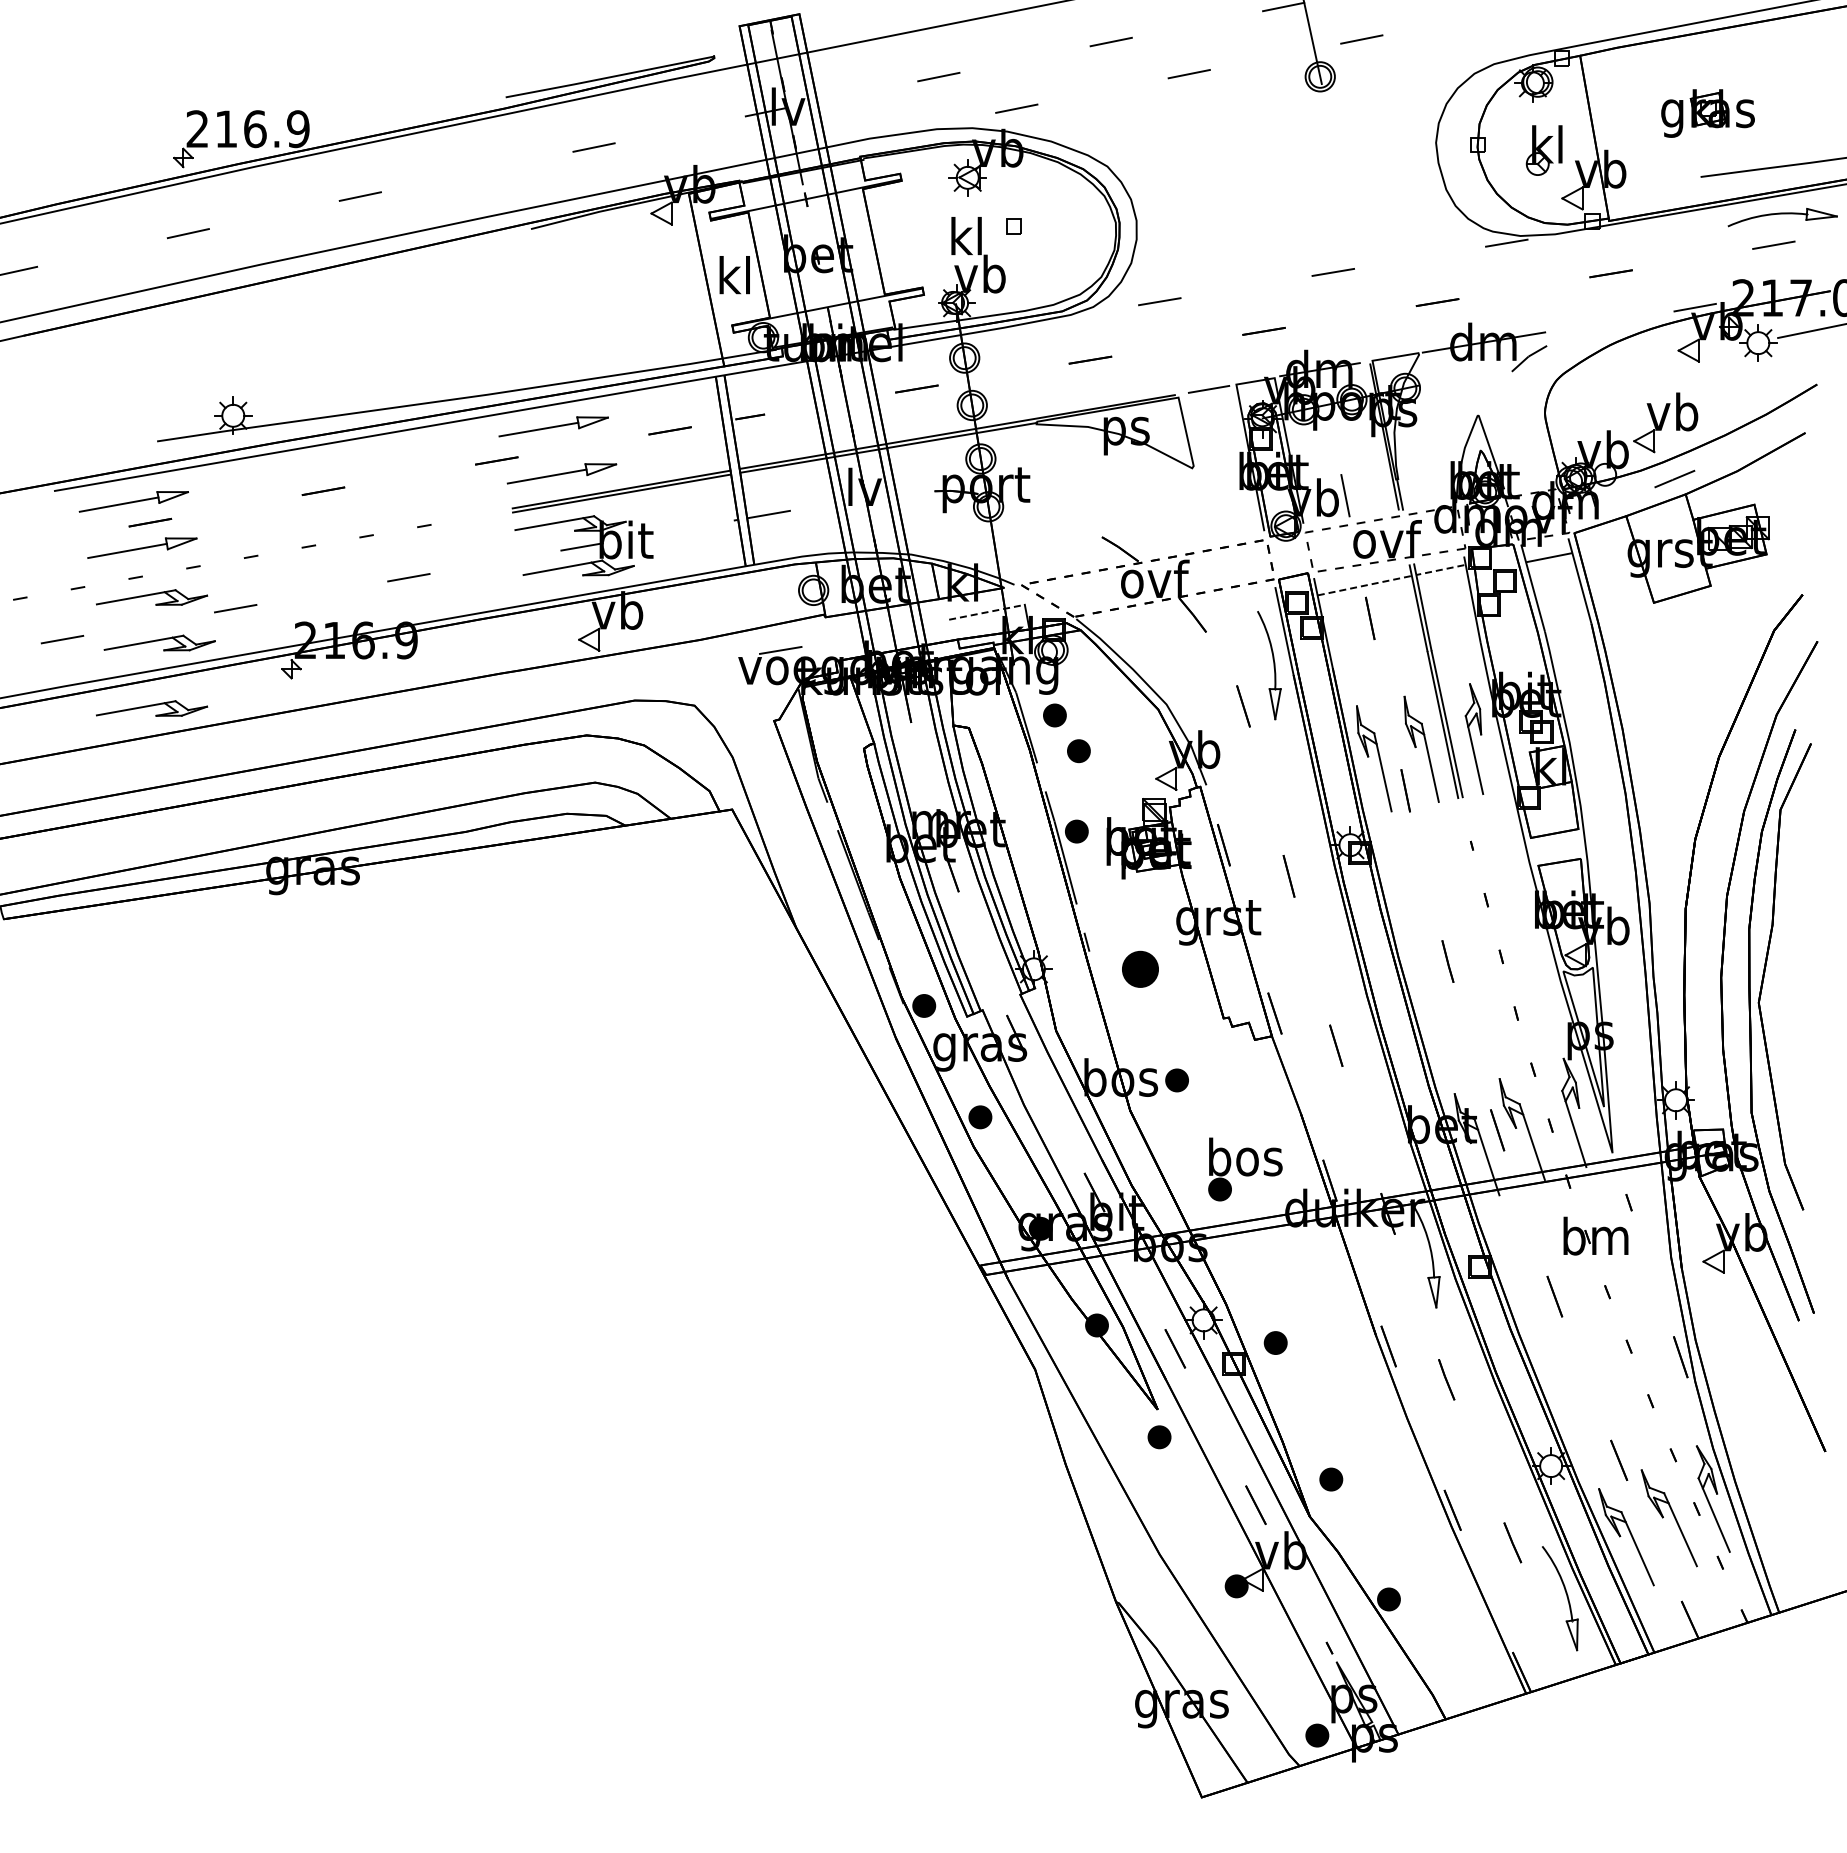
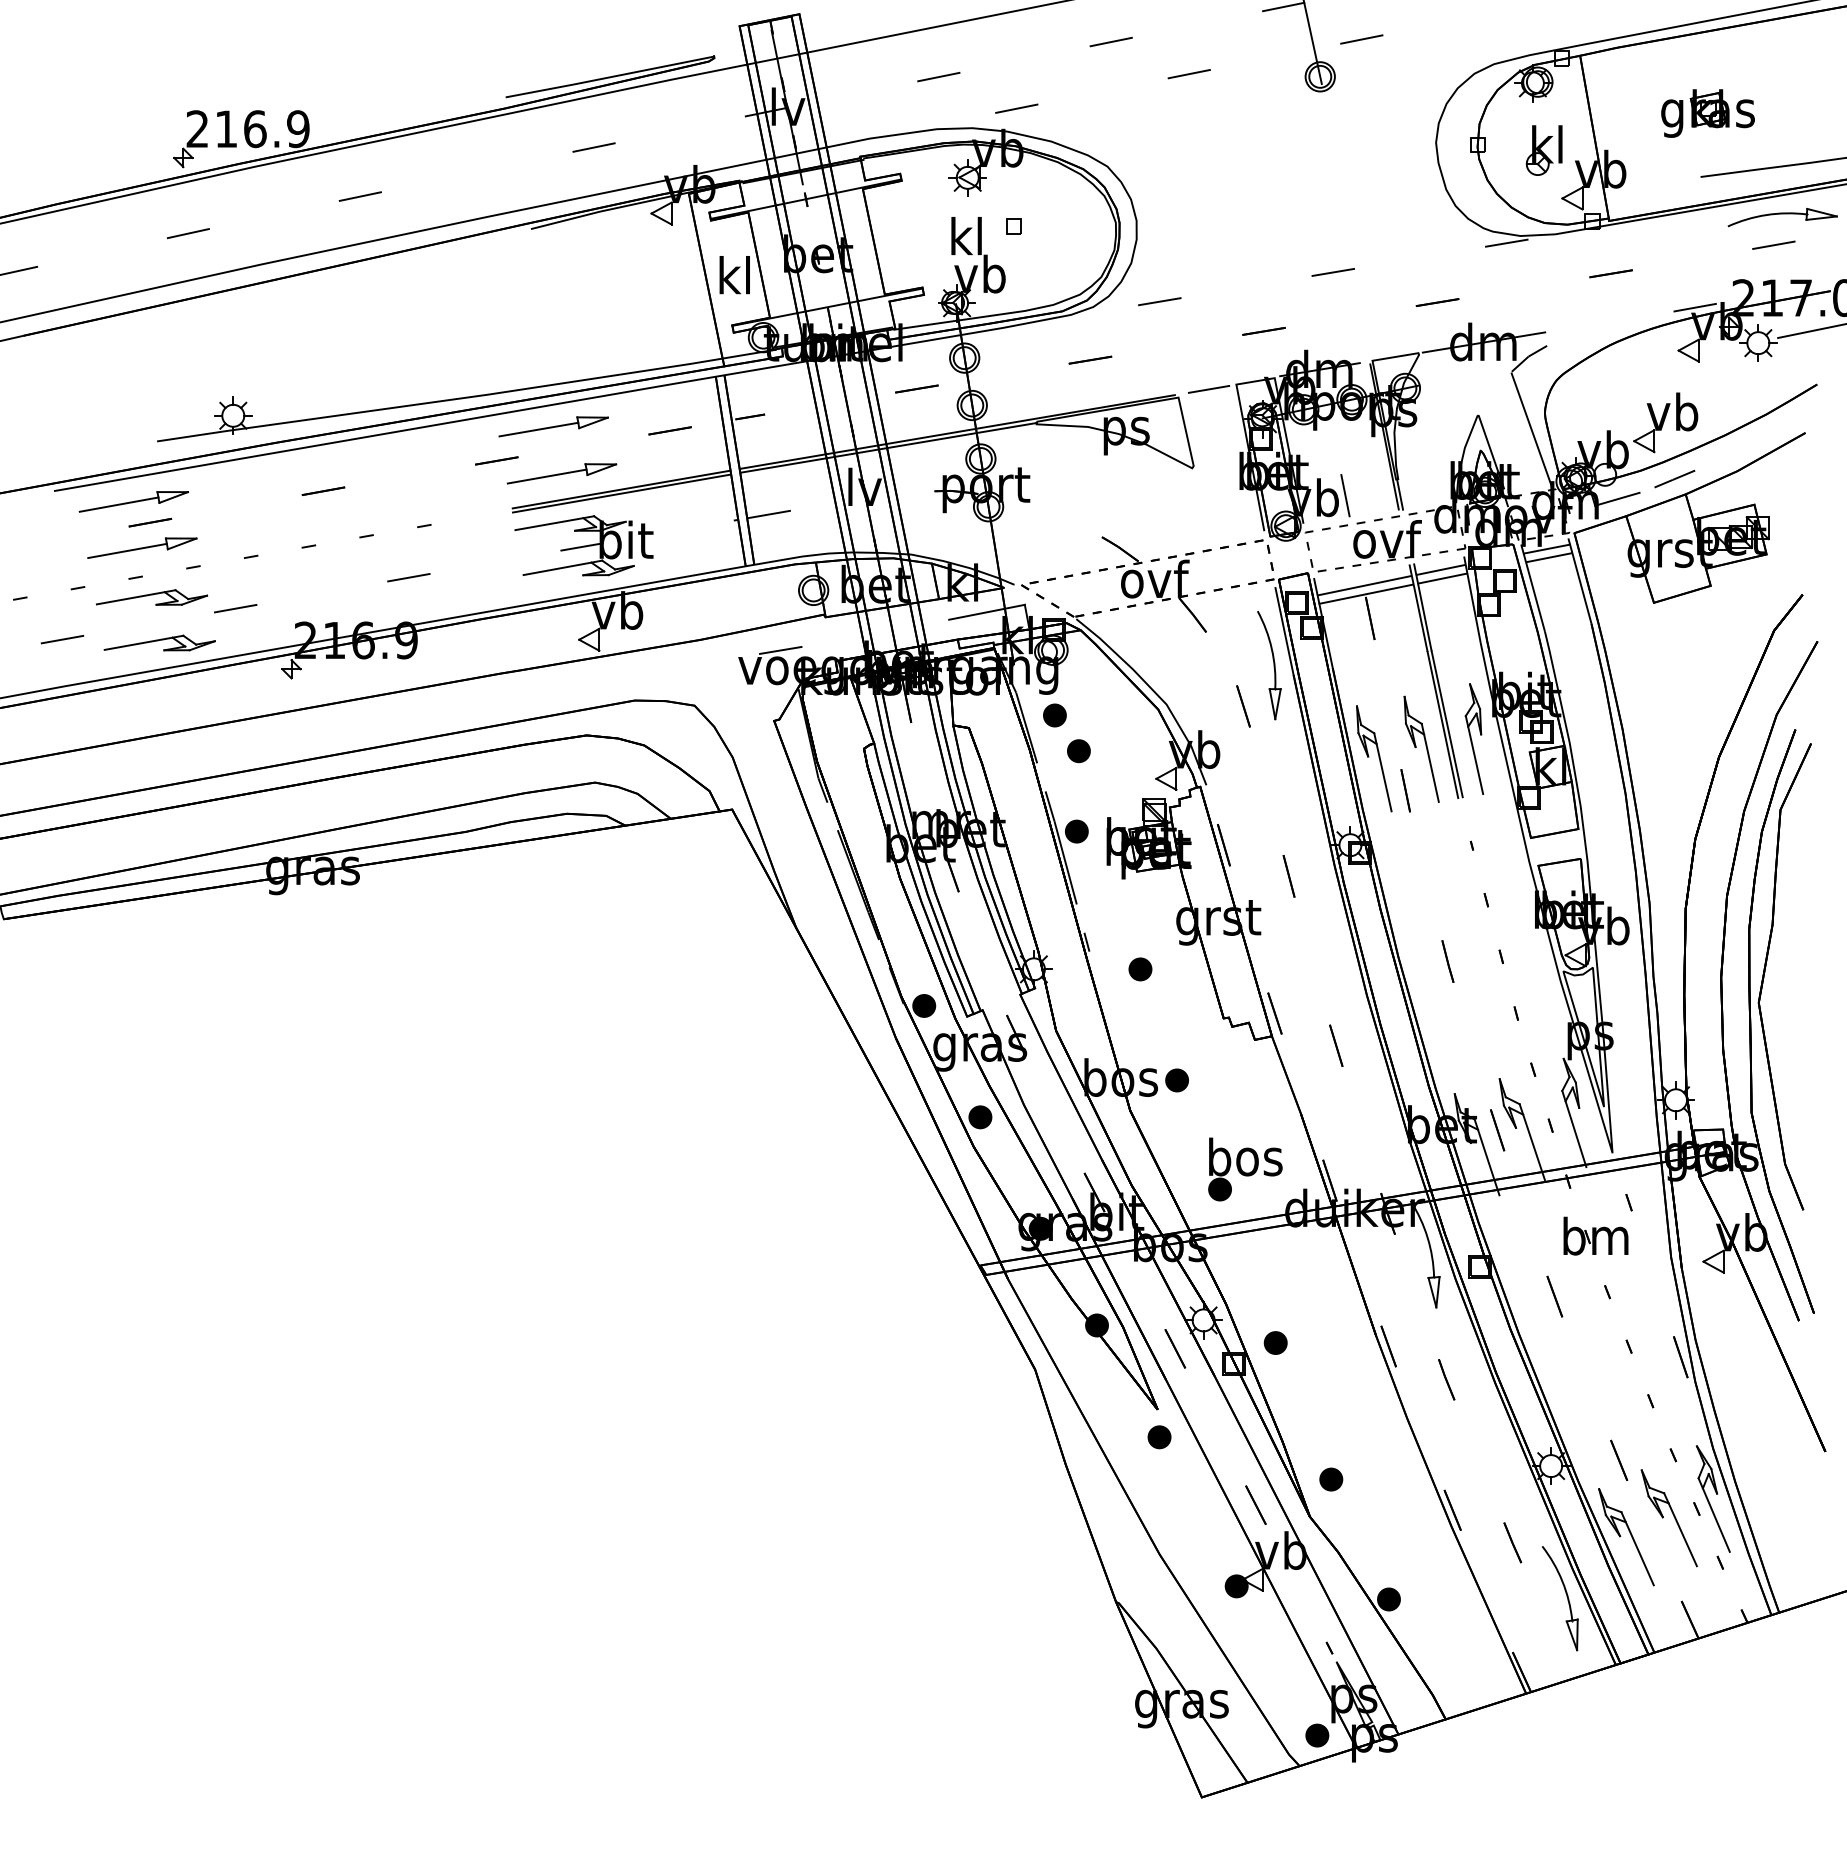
line at (1531, 429): none -> present
line at (1617, 498): none -> present
line at (1546, 548): none -> present
line at (1440, 570): dashed -> solid
line at (1442, 578): none -> present
line at (1363, 585): dashed -> solid
line at (1365, 593): none -> present
line at (987, 612): dashed -> solid
part at (152, 708): present -> none
part at (1140, 968) size: 37x38 px -> 25x25 px
